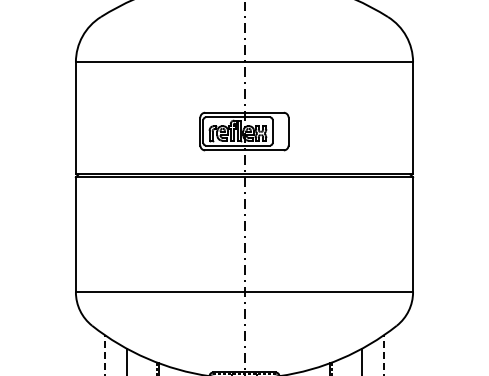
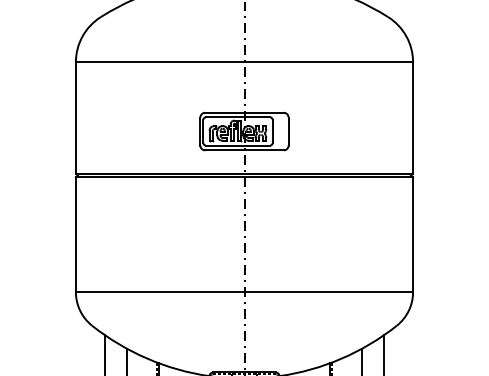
line at (104, 354): dashed -> solid
line at (384, 354): dashed -> solid
